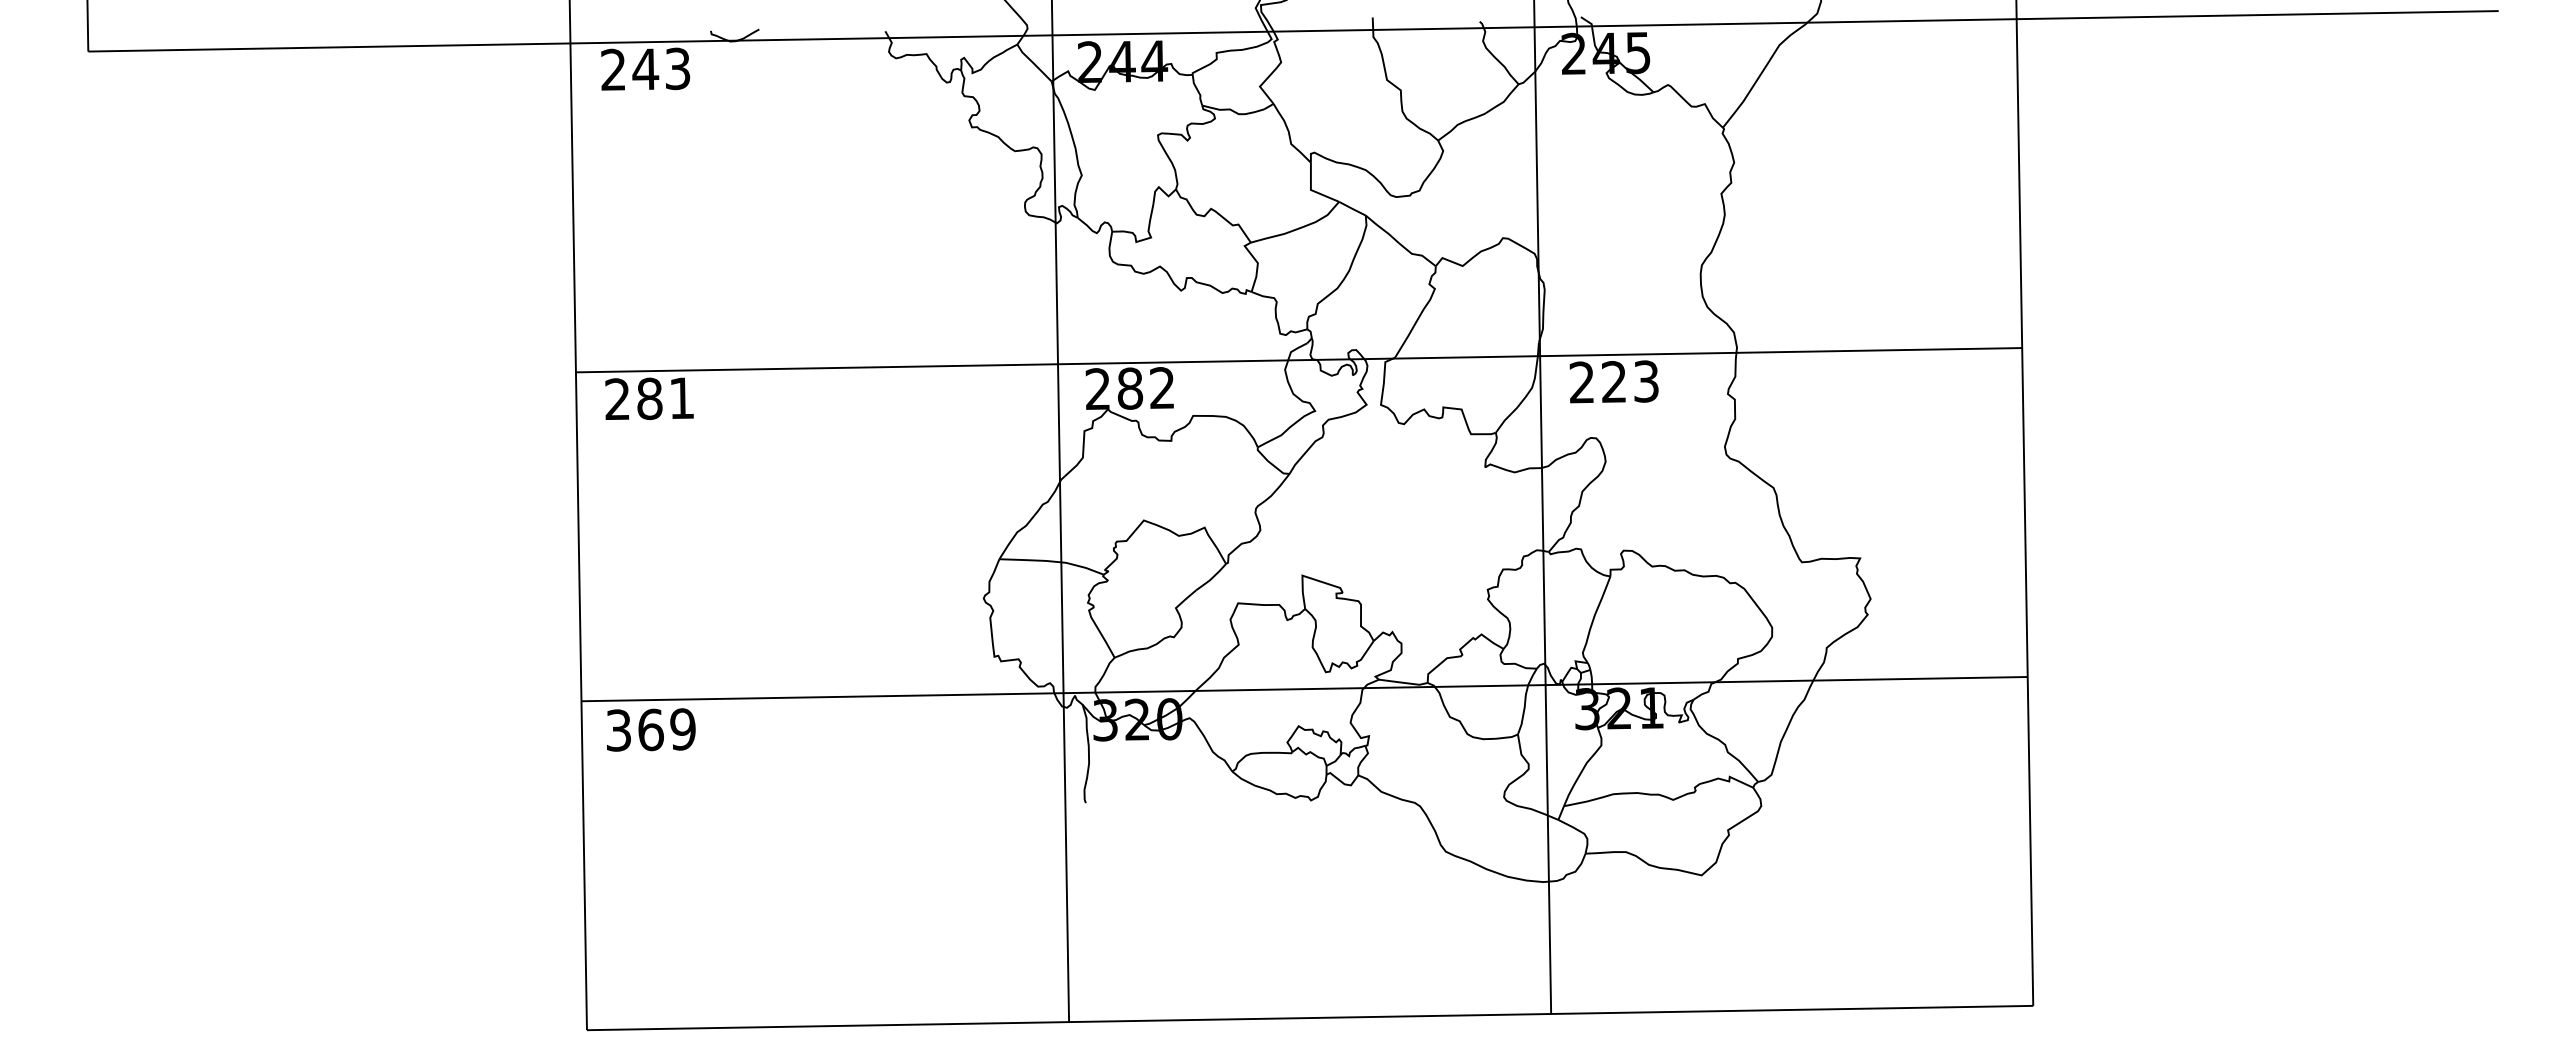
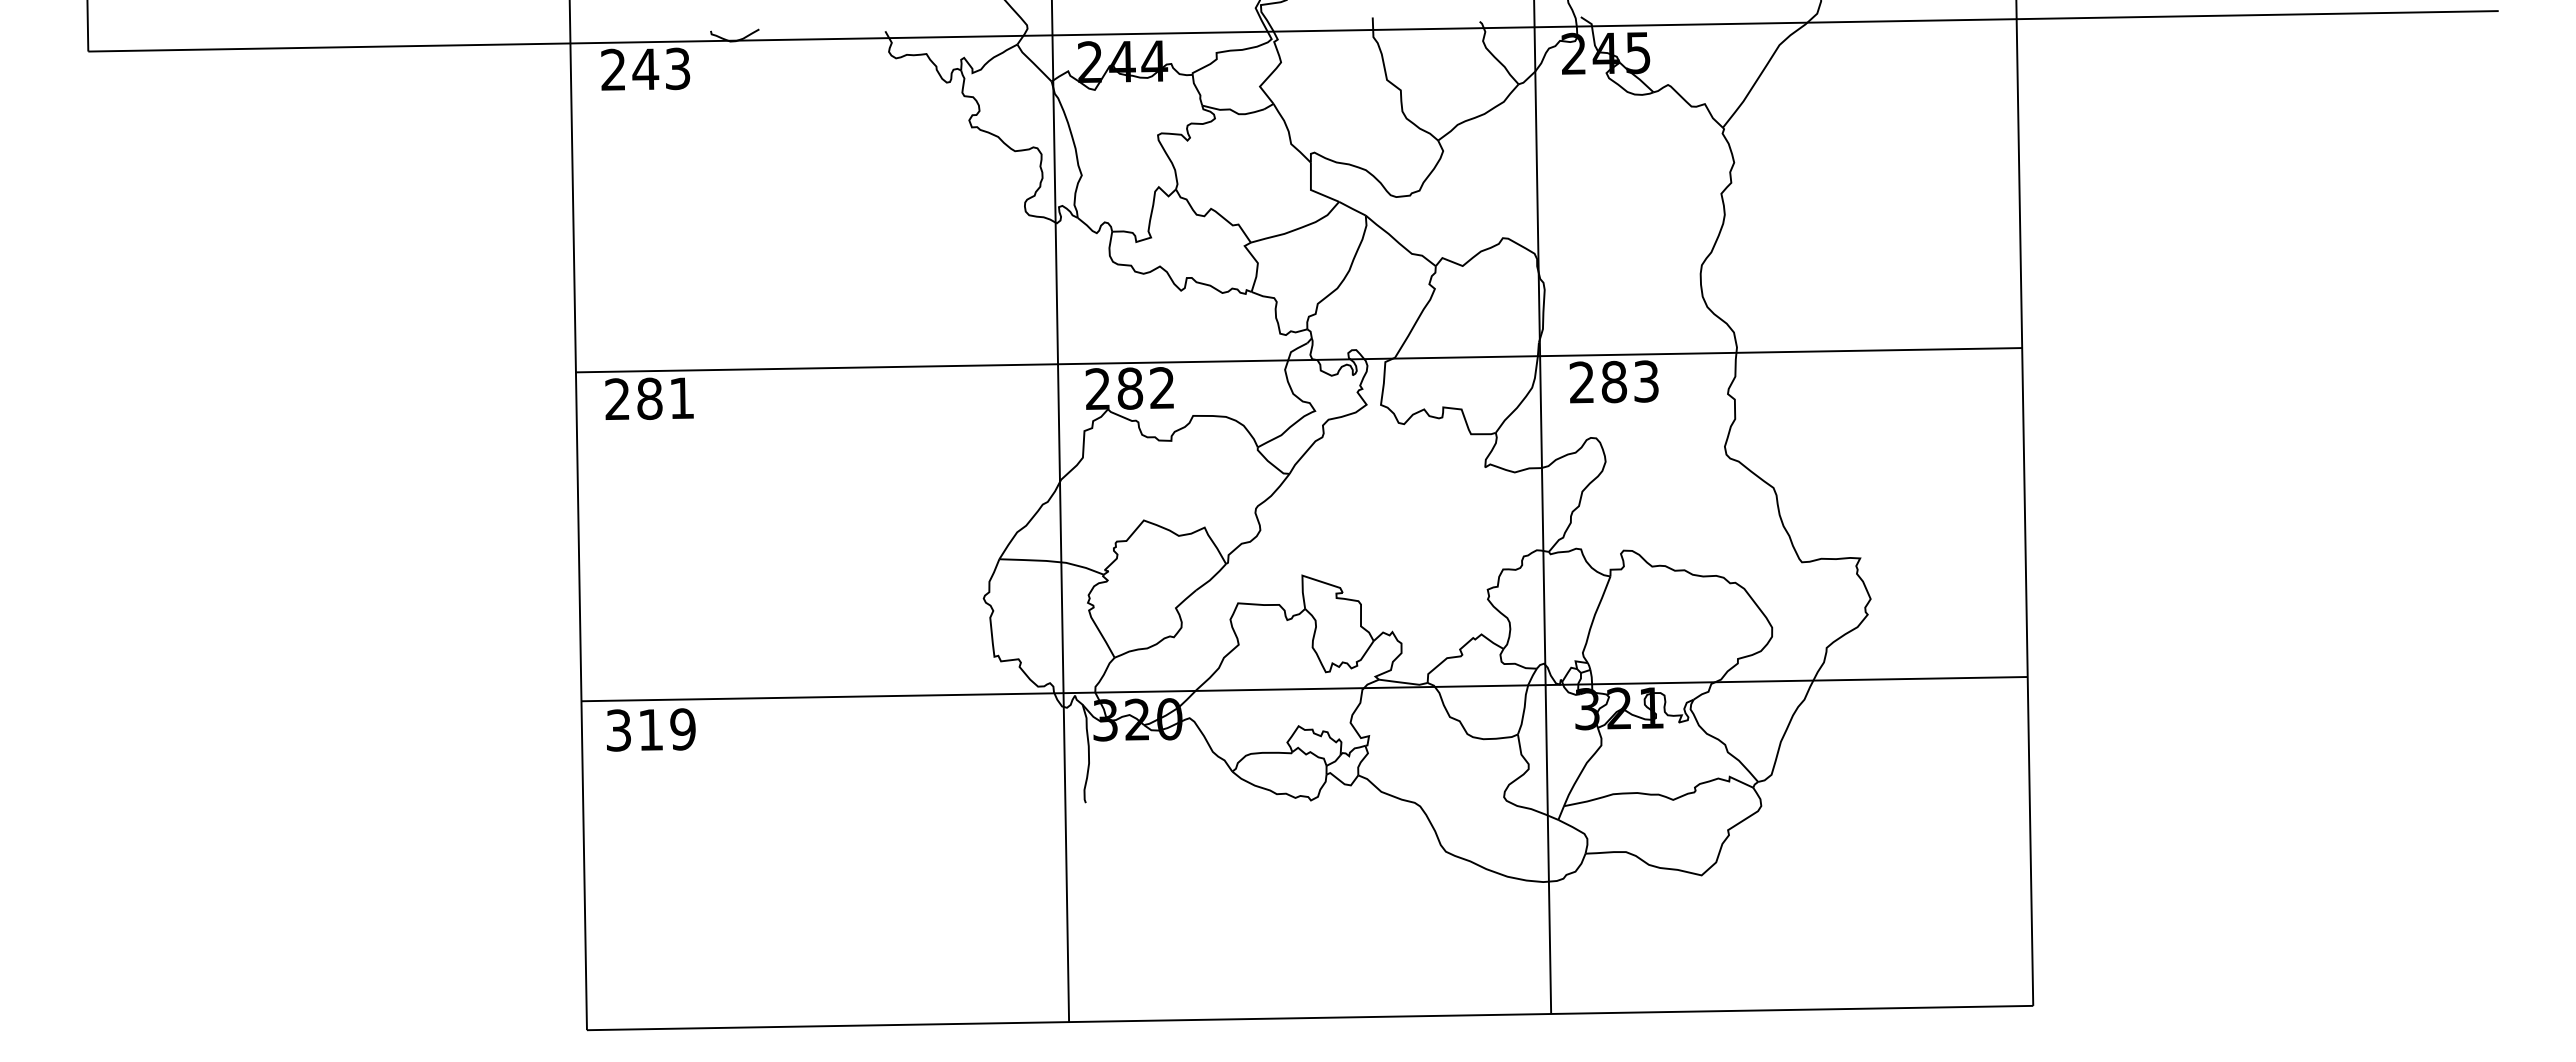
text at (1614, 381): 223 -> 283
text at (650, 729): 369 -> 319
